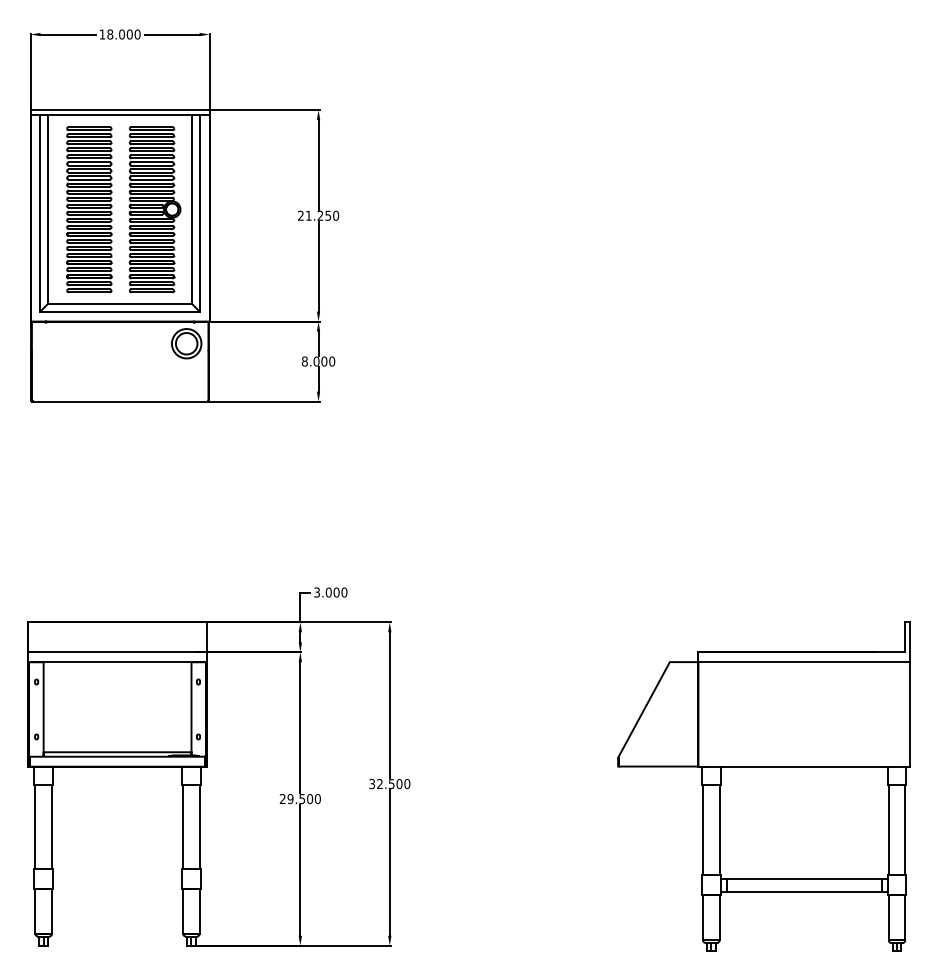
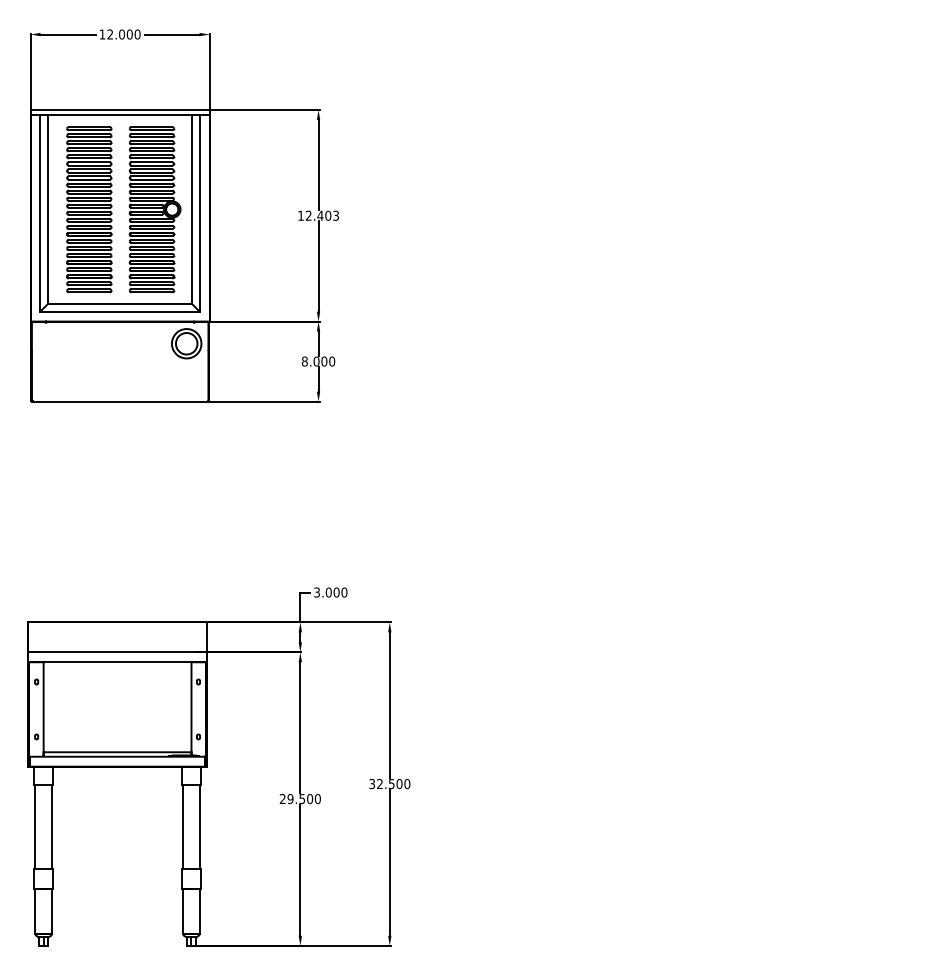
text at (110, 34): 18.000 -> 12.000
text at (318, 215): 21.250 -> 12.403
part at (763, 786): present -> none
